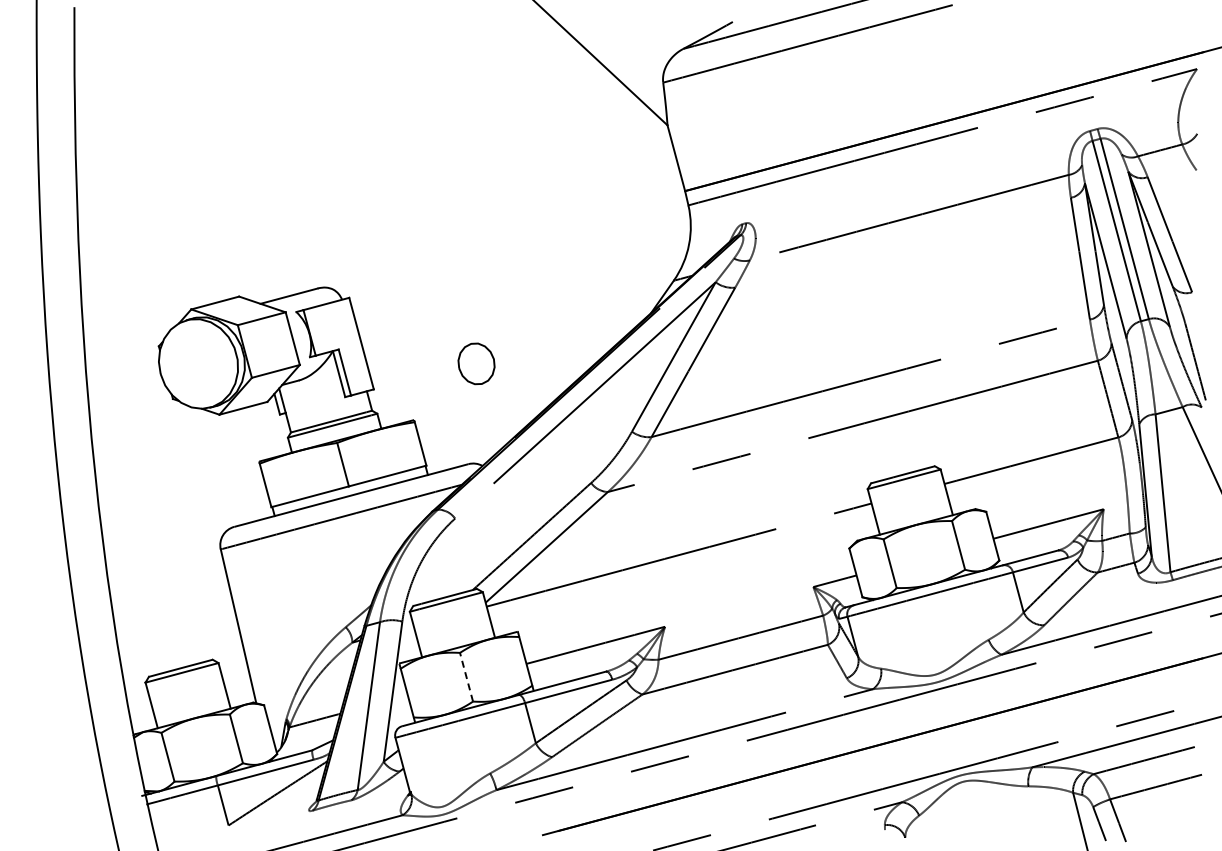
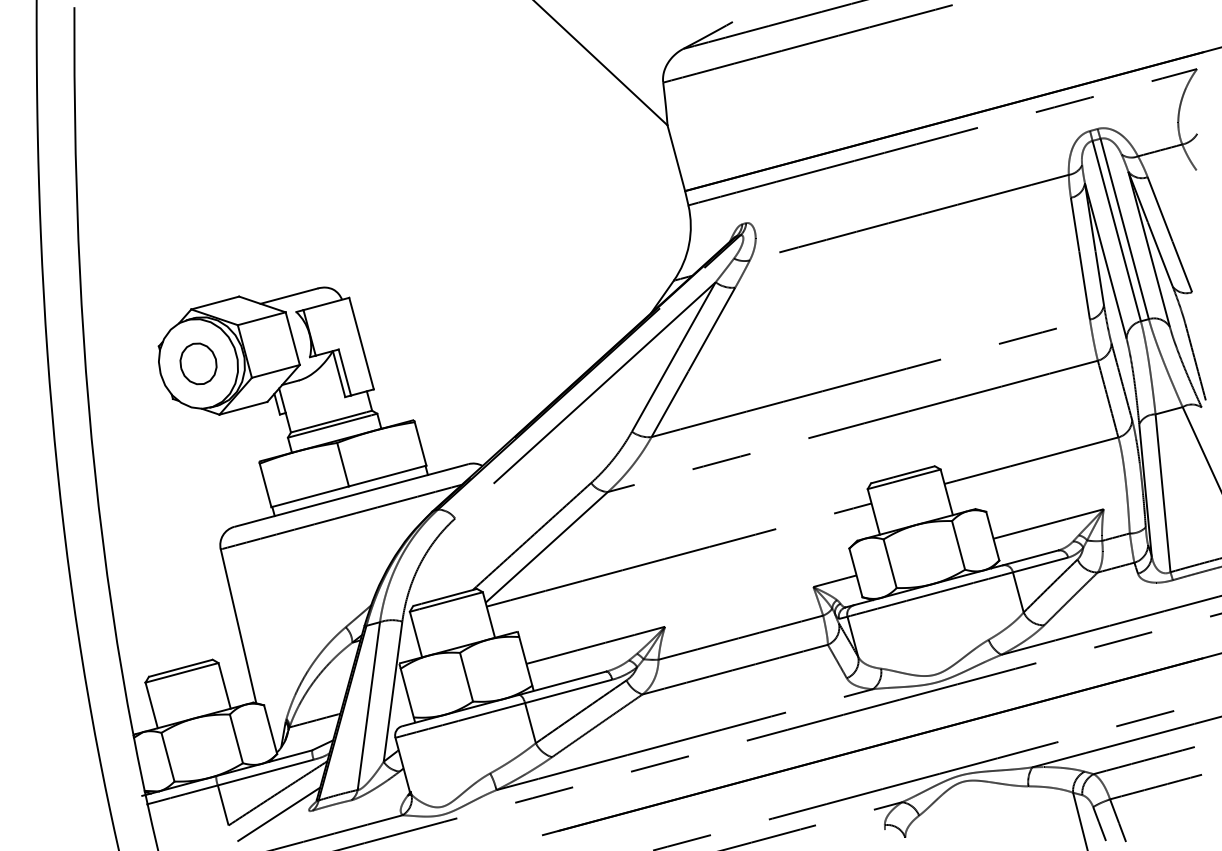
part at (476, 363) position: (476, 363) -> (198, 363)
line at (466, 676): dashed -> solid
line at (278, 814): none -> present
